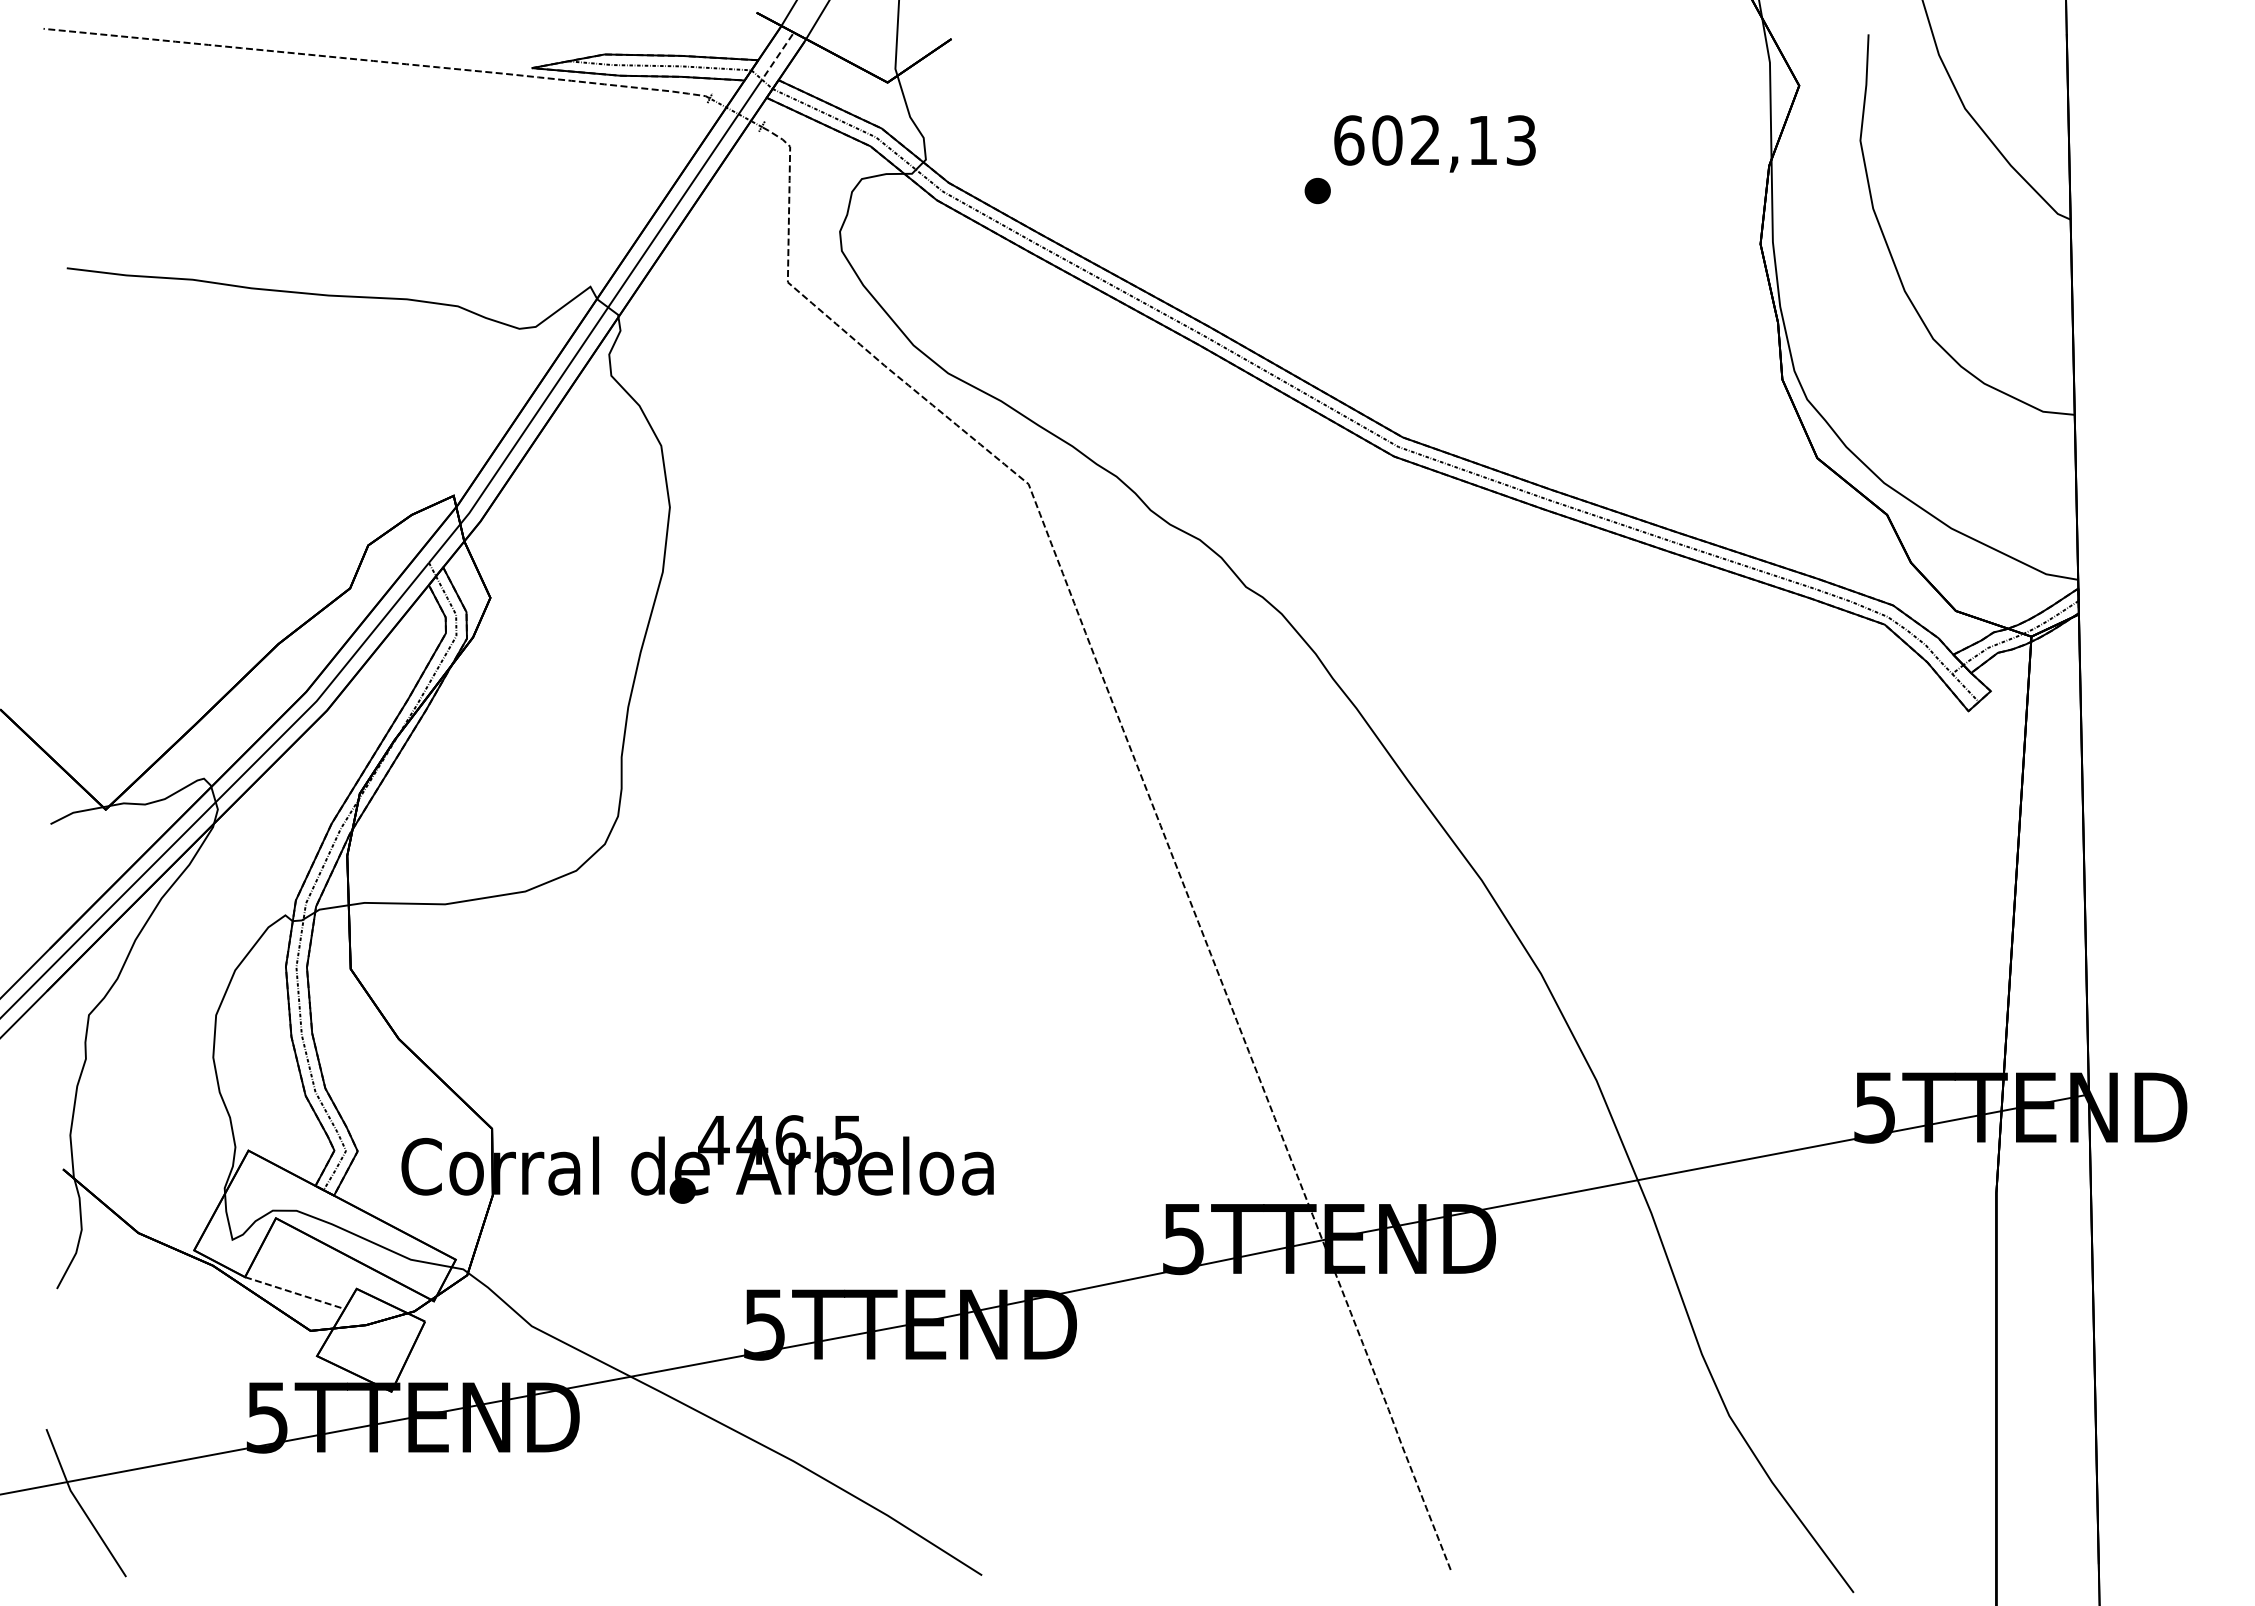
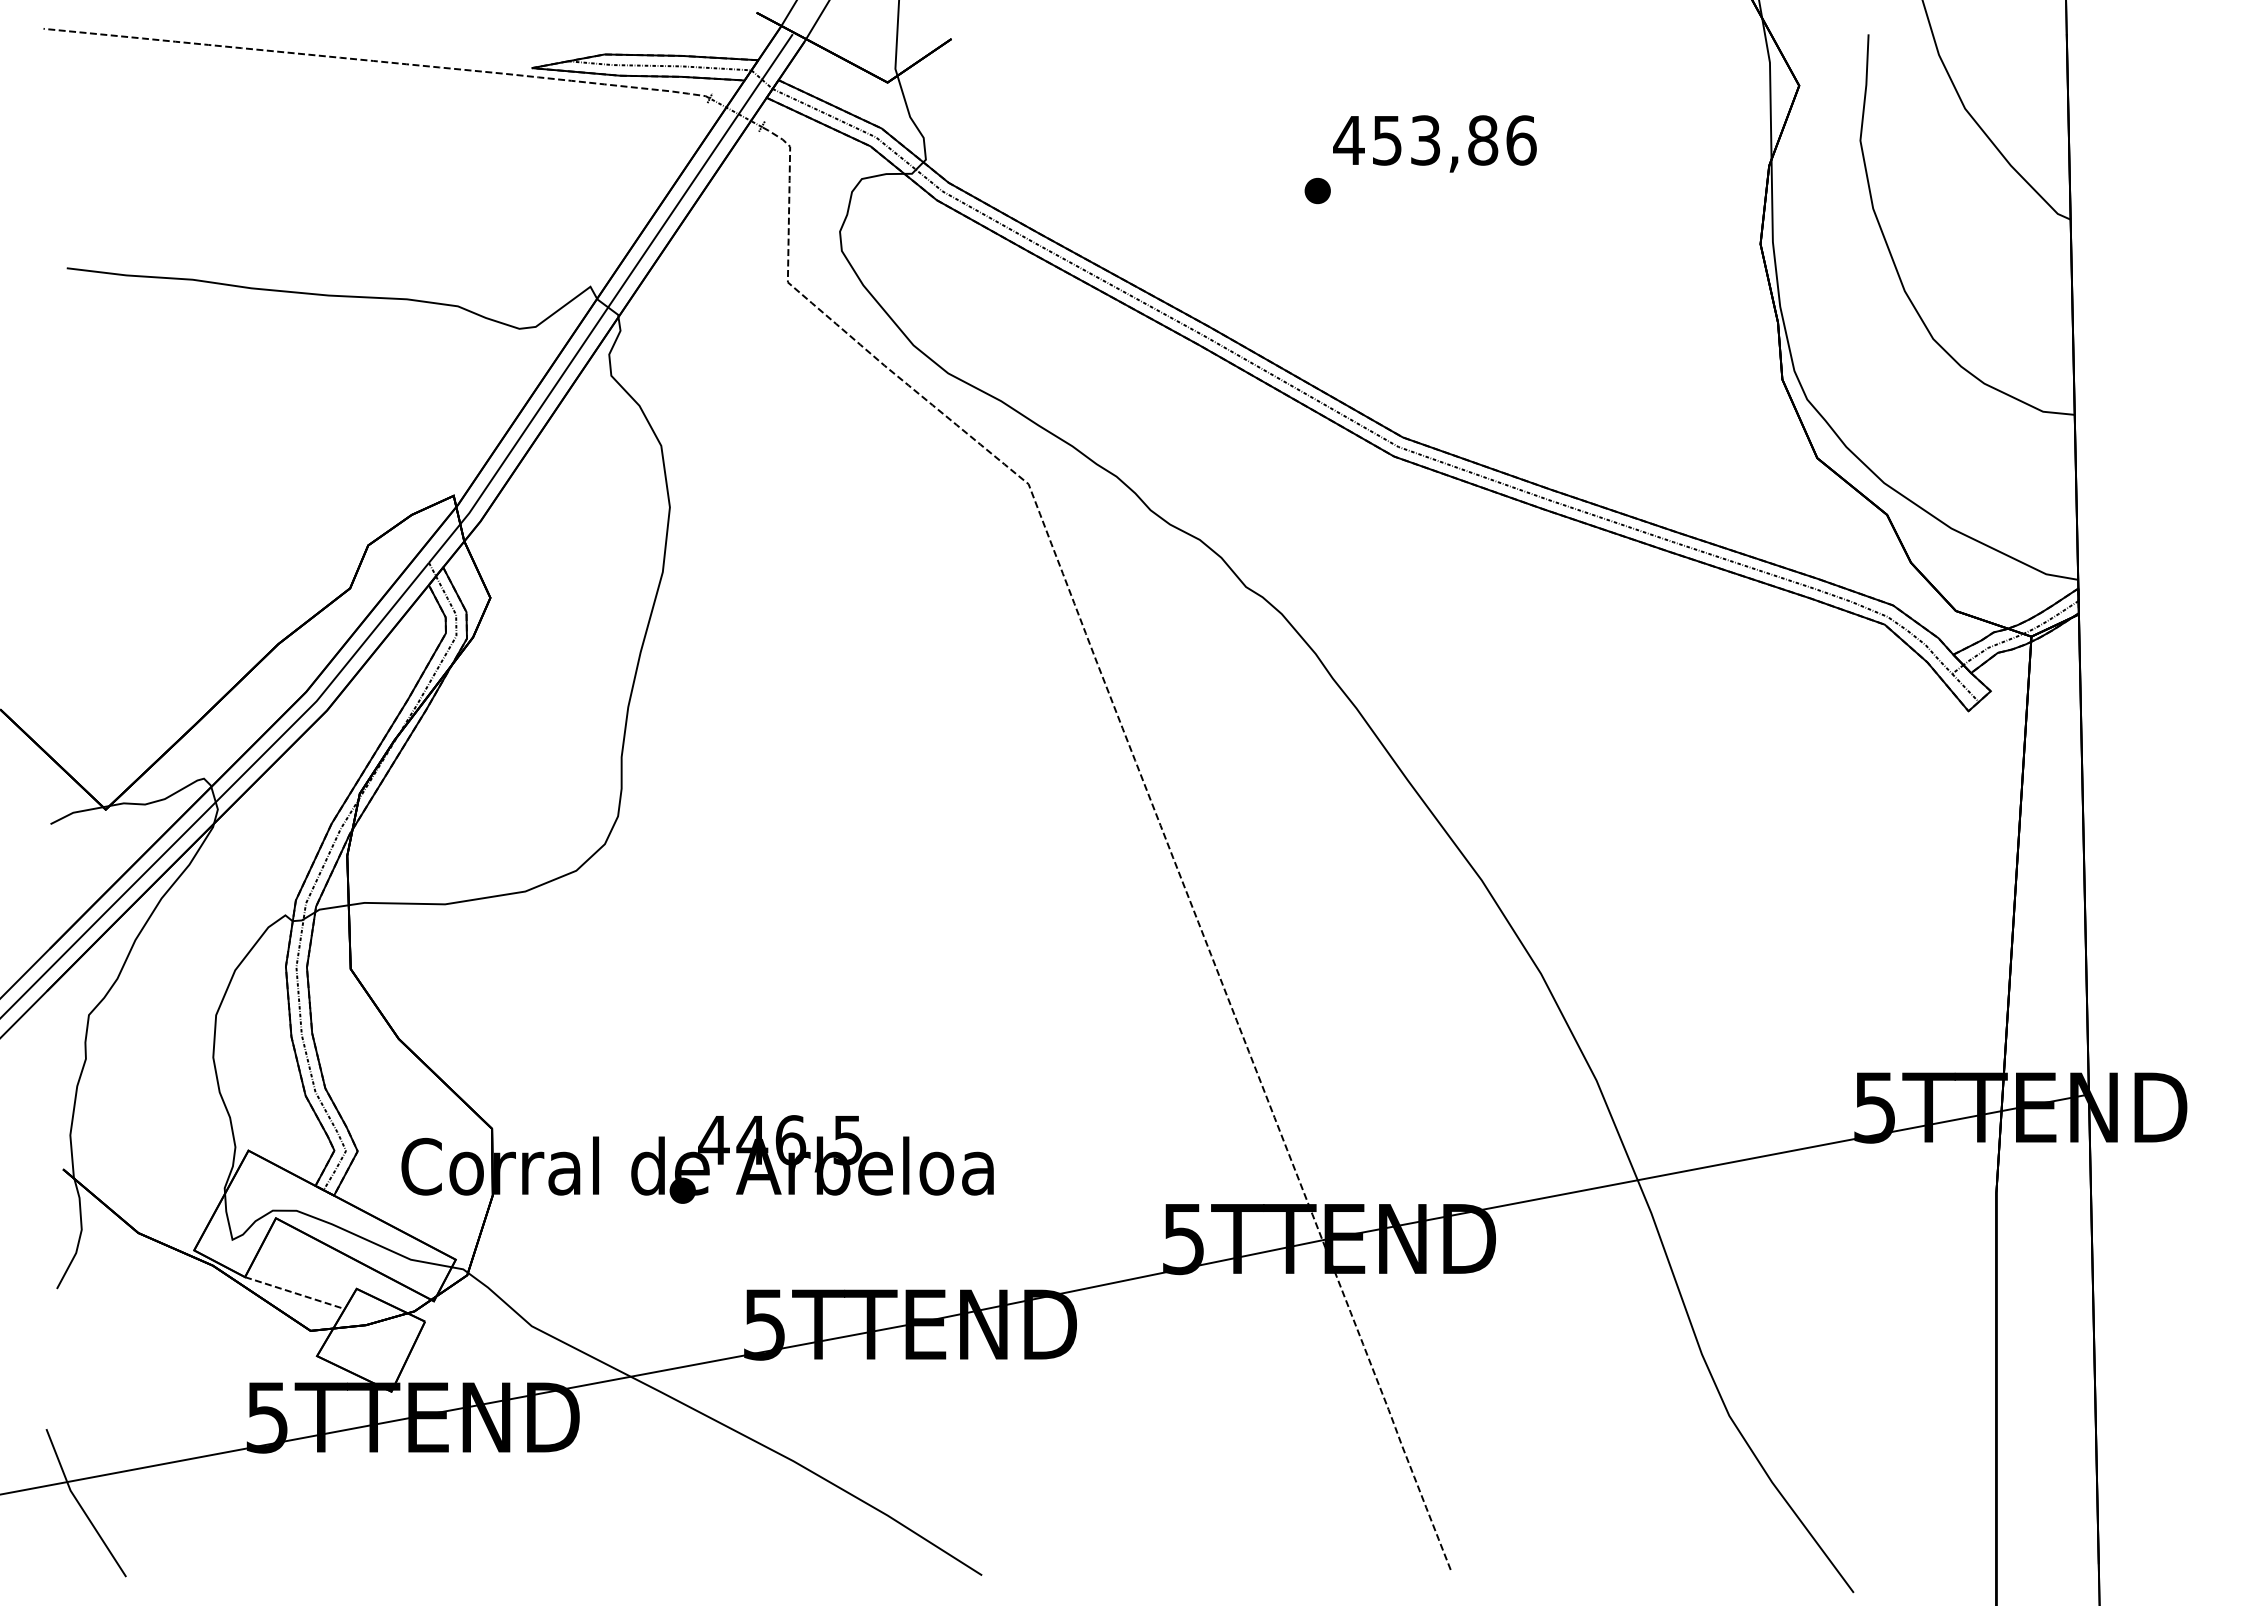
line at (777, 57): dashed -> solid
text at (1434, 140): 602,13 -> 453,86
